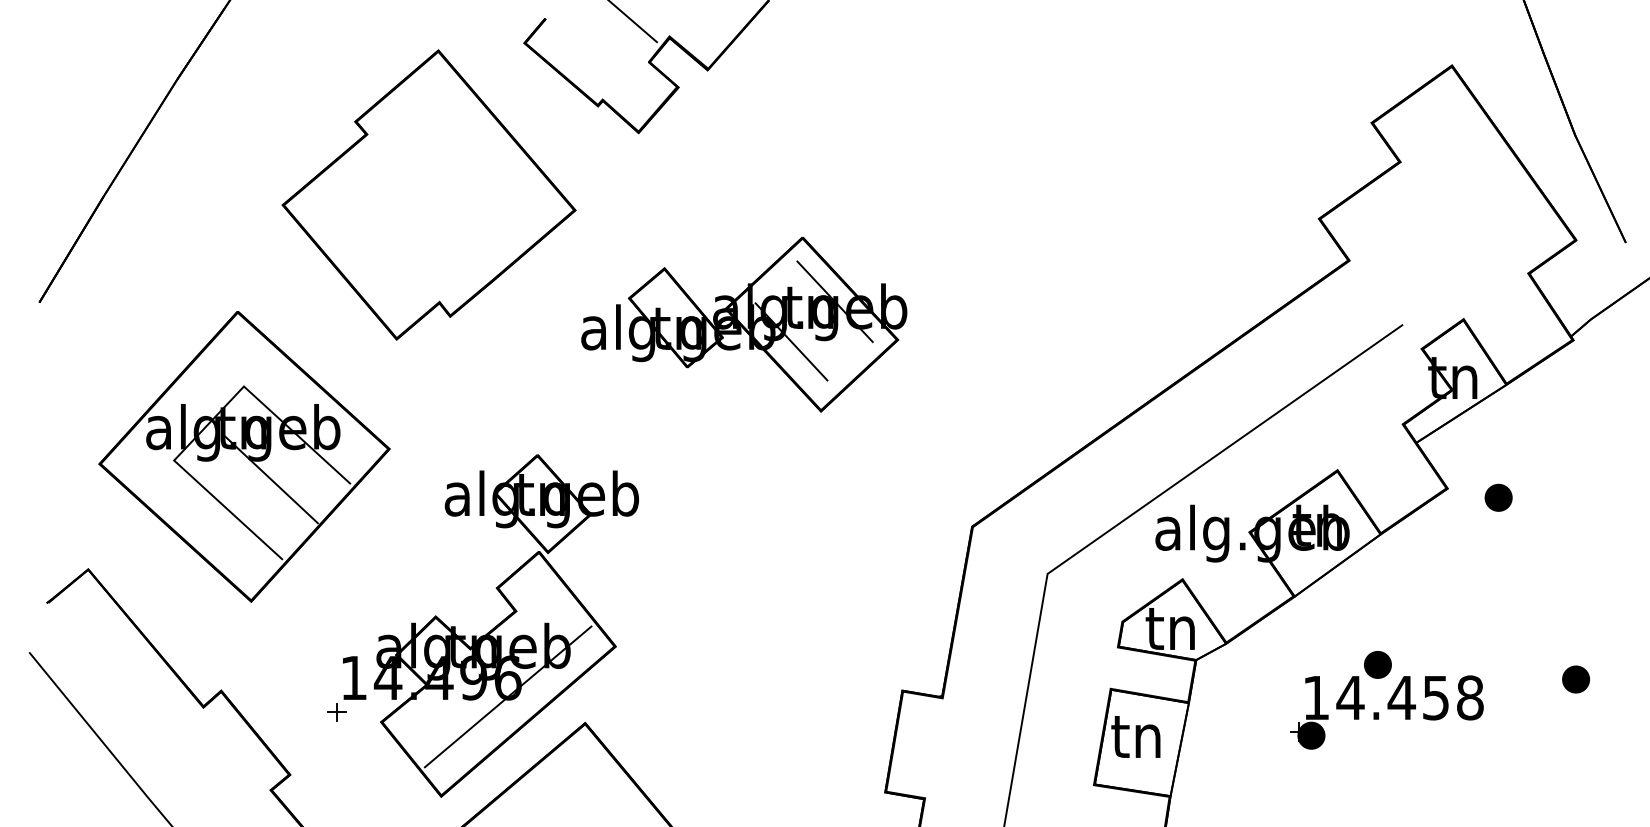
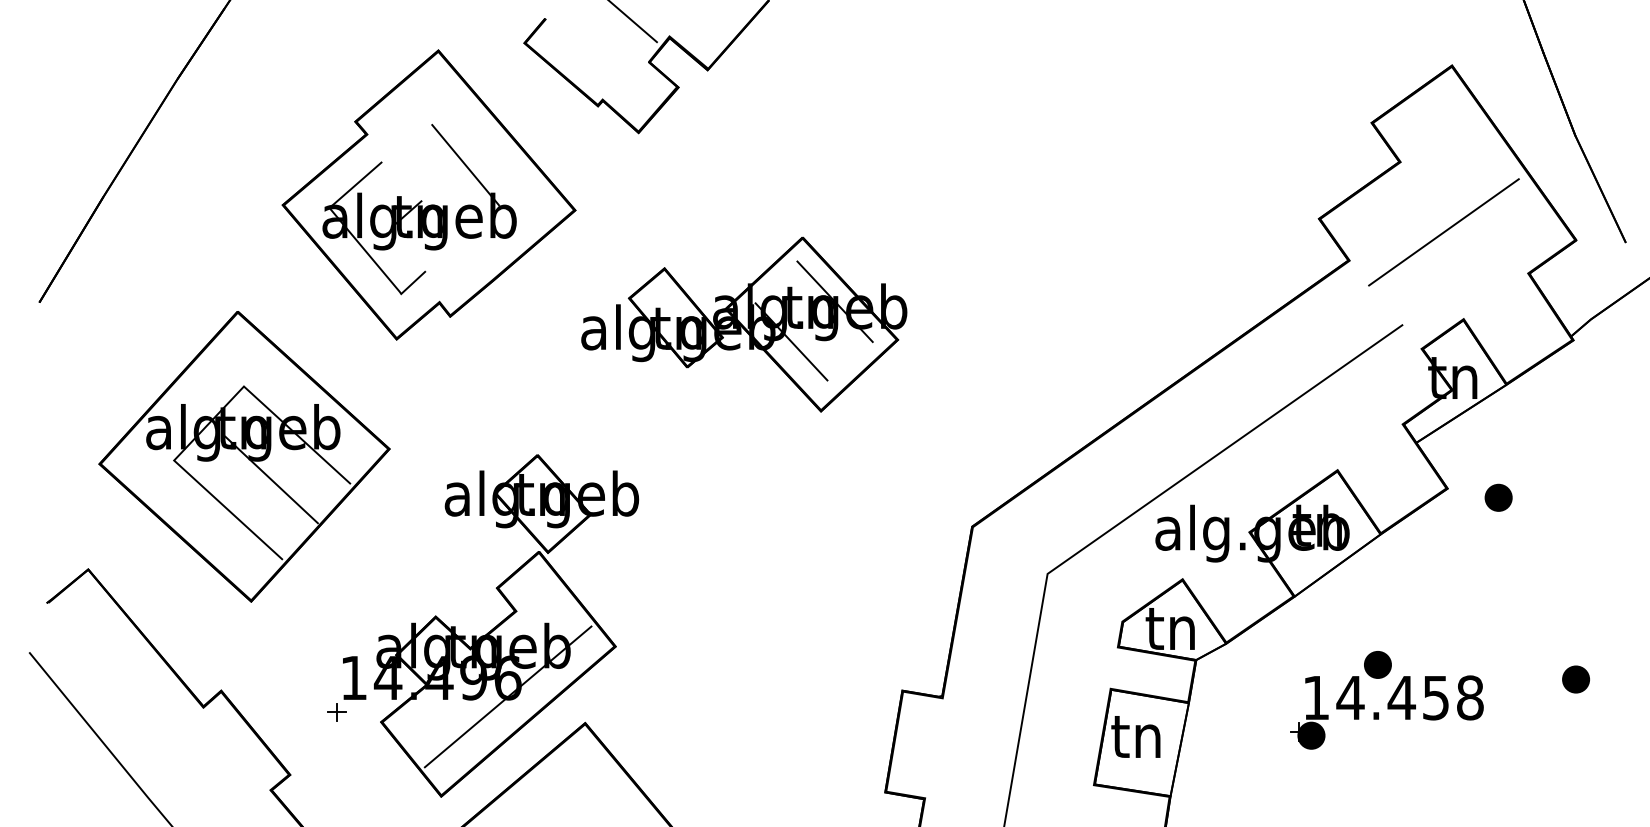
part at (419, 209): none -> present
line at (1443, 232): none -> present
